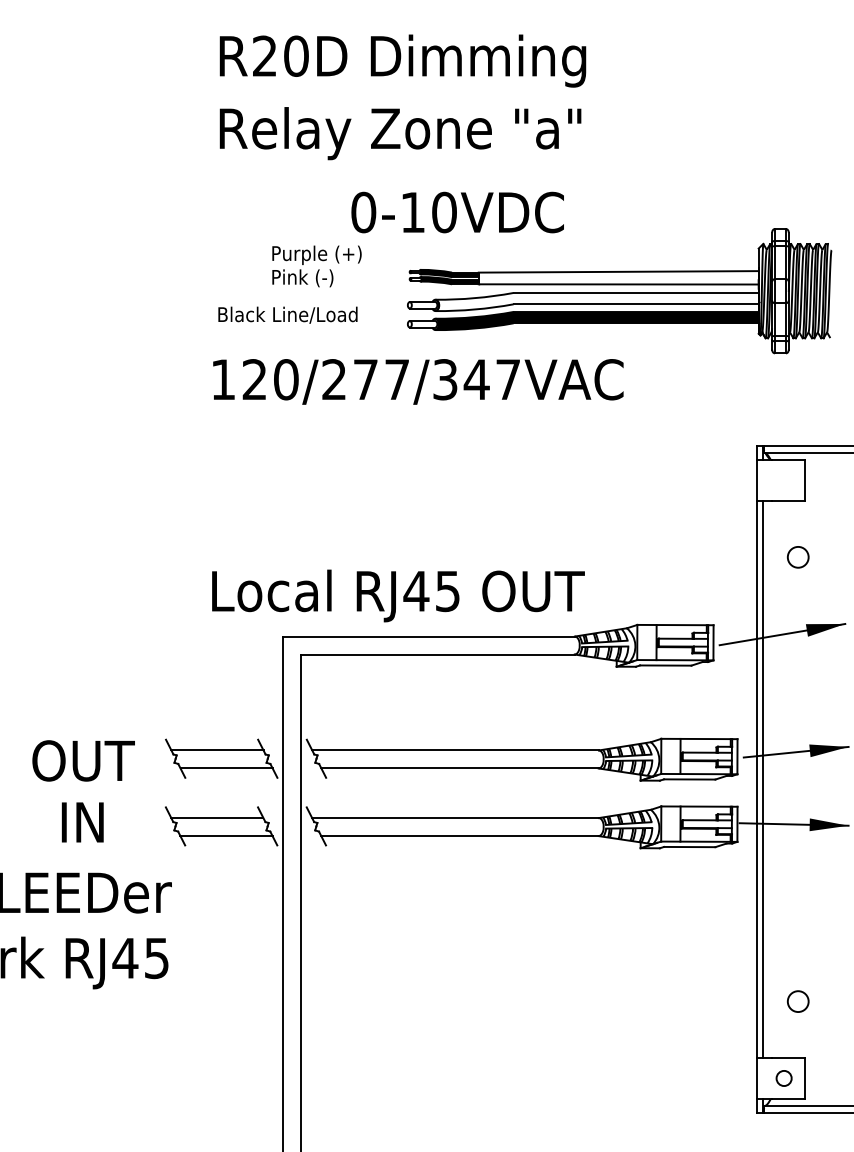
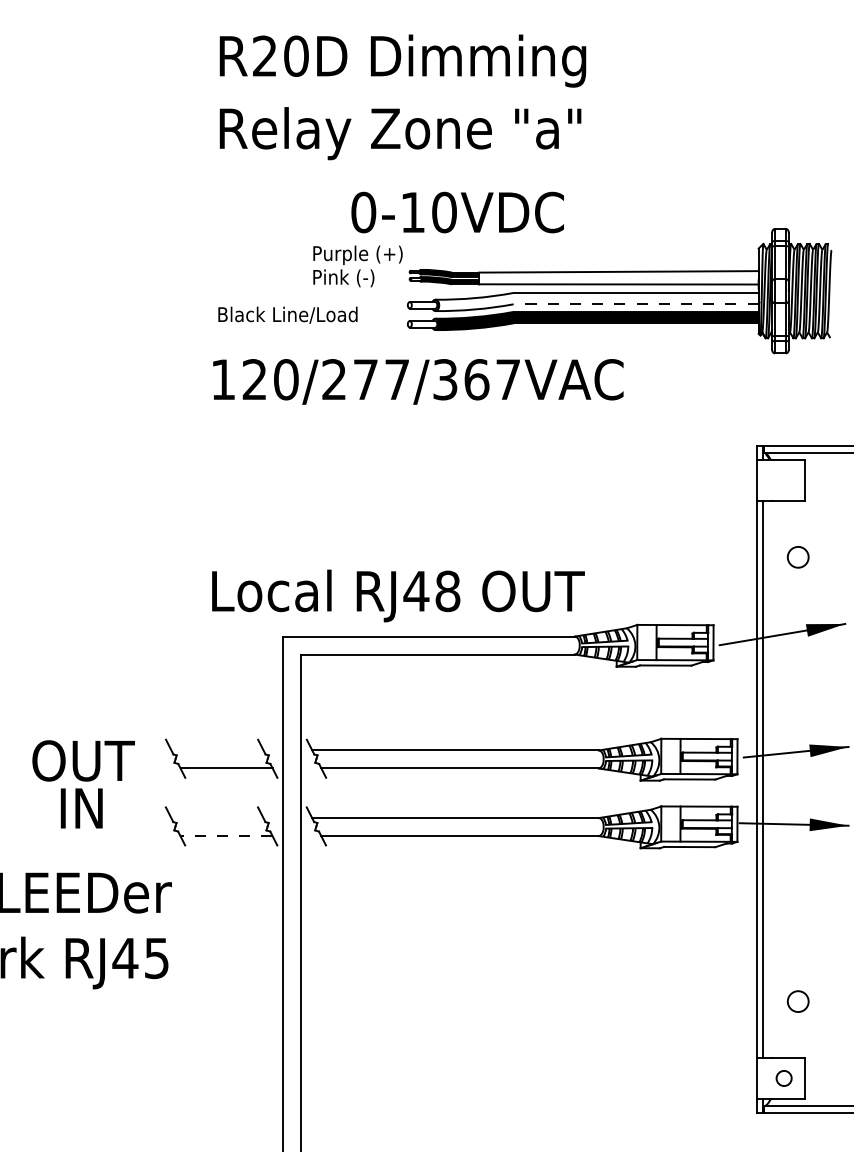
text at (316, 266) position: (316, 266) -> (357, 266)
line at (636, 304): solid -> dashed
text at (476, 379): 120/277/347VAC -> 120/277/367VAC
text at (447, 591): RJ45 -> RJ48
line at (217, 750): present -> none
line at (217, 818): present -> none
text at (82, 822) position: (82, 822) -> (81, 808)
line at (226, 836): solid -> dashed
